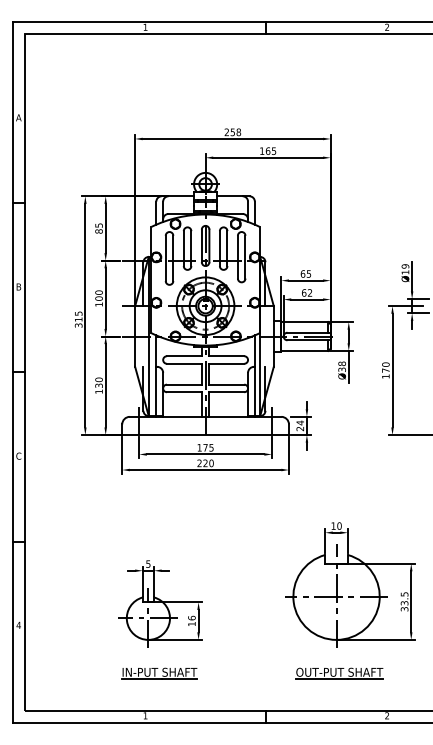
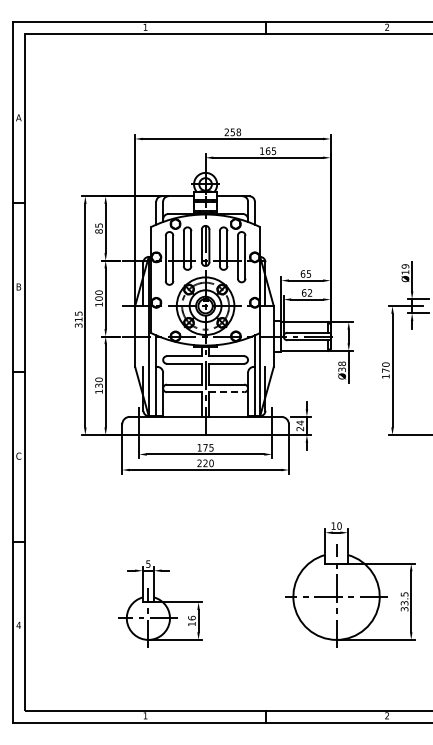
line at (227, 392): solid -> dashed
part at (159, 673): present -> none
part at (339, 673): present -> none
